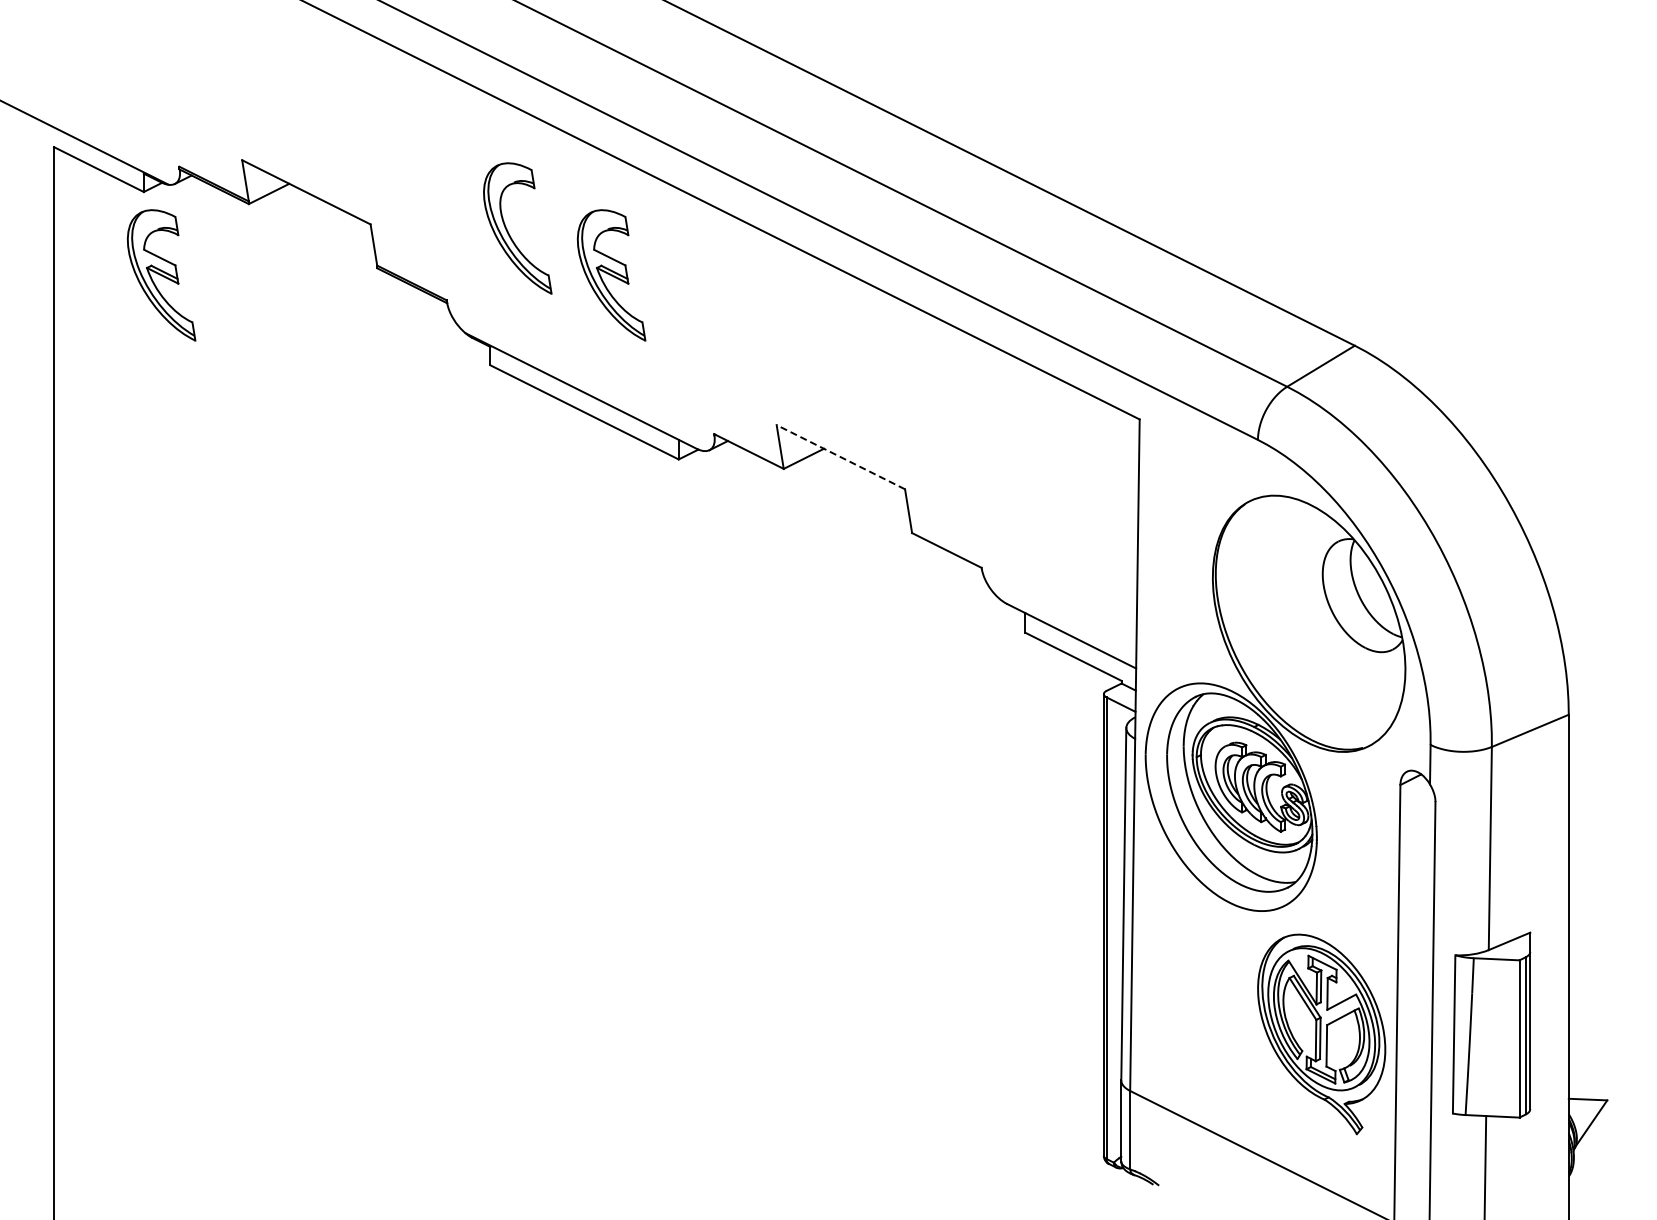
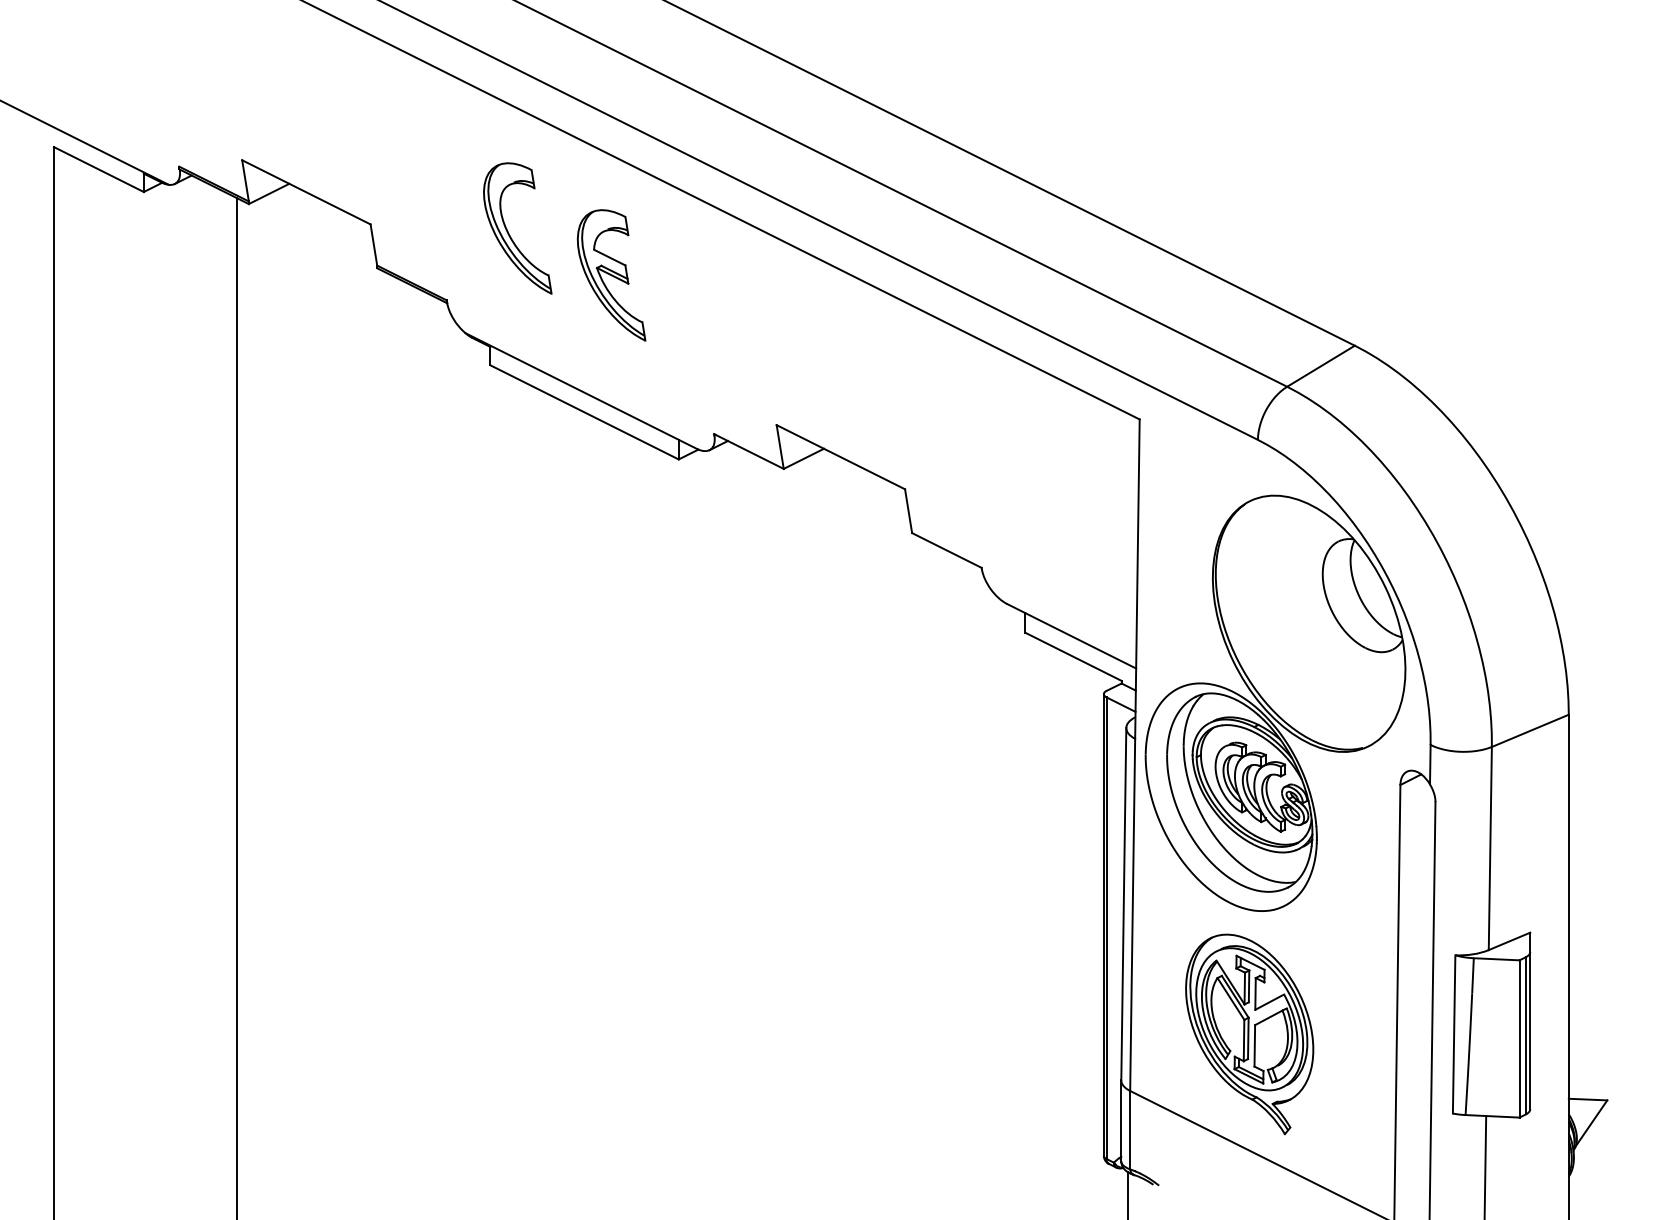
part at (161, 275): present -> none
line at (840, 457): dashed -> solid
line at (236, 707): none -> present
part at (1321, 1034) position: (1321, 1034) -> (1249, 1034)
line at (1128, 1194): none -> present
